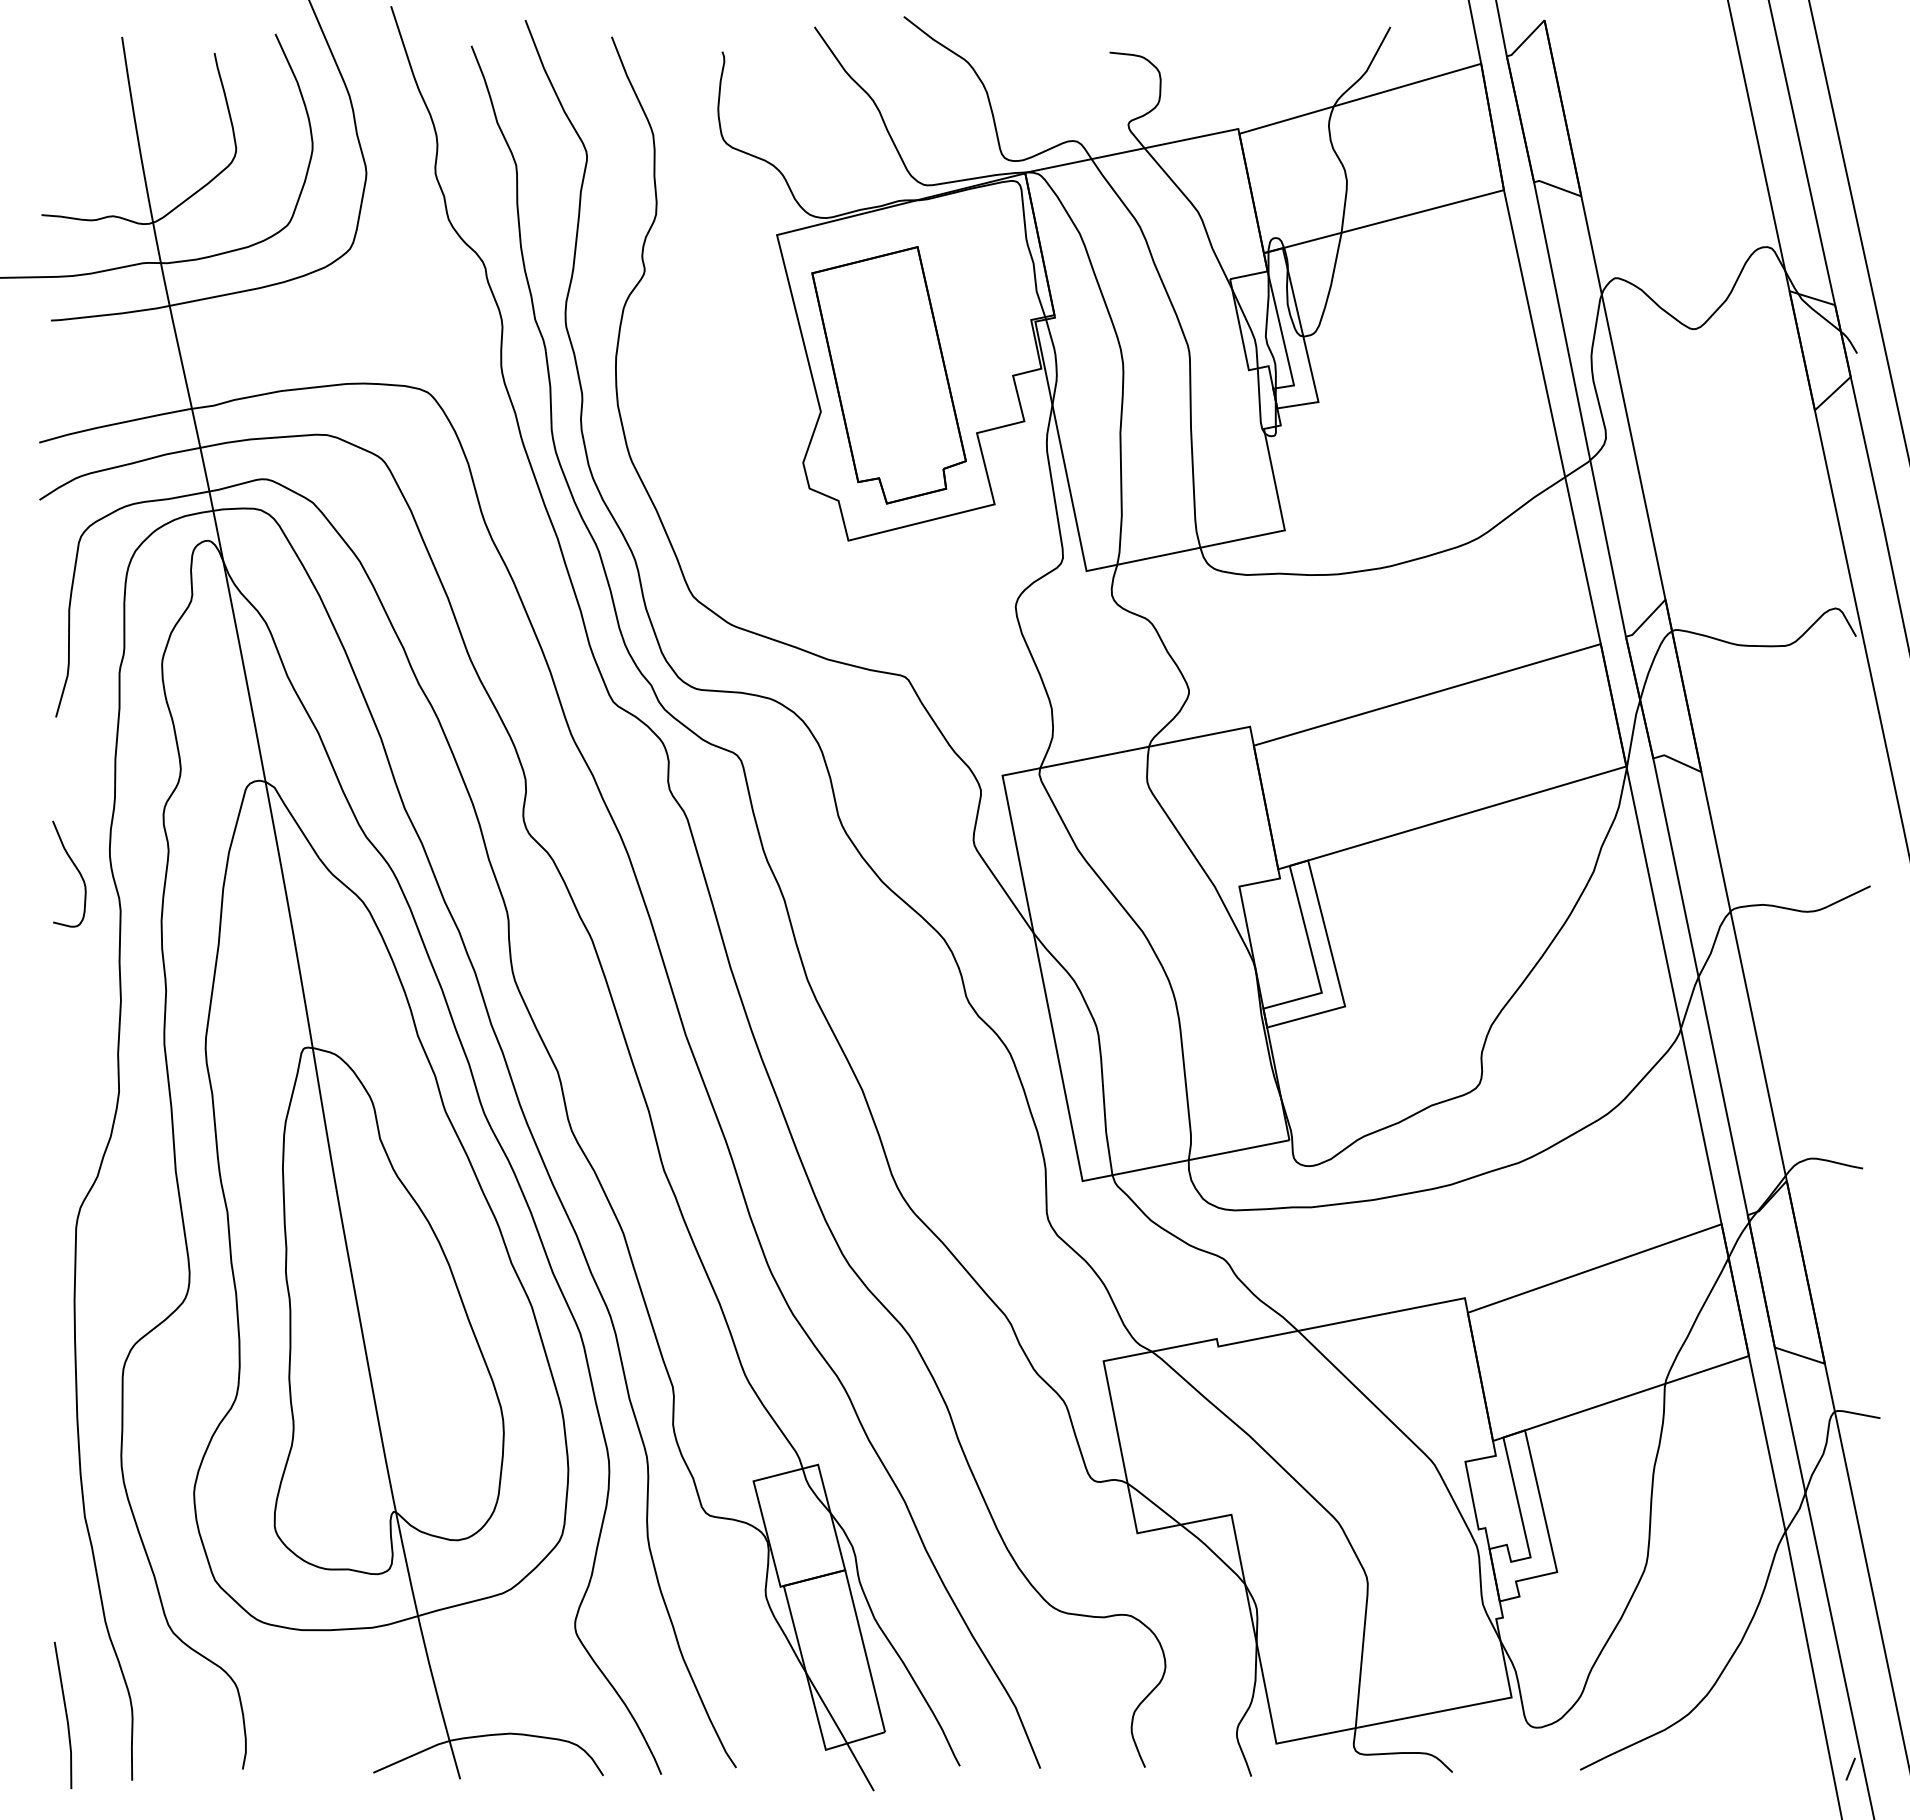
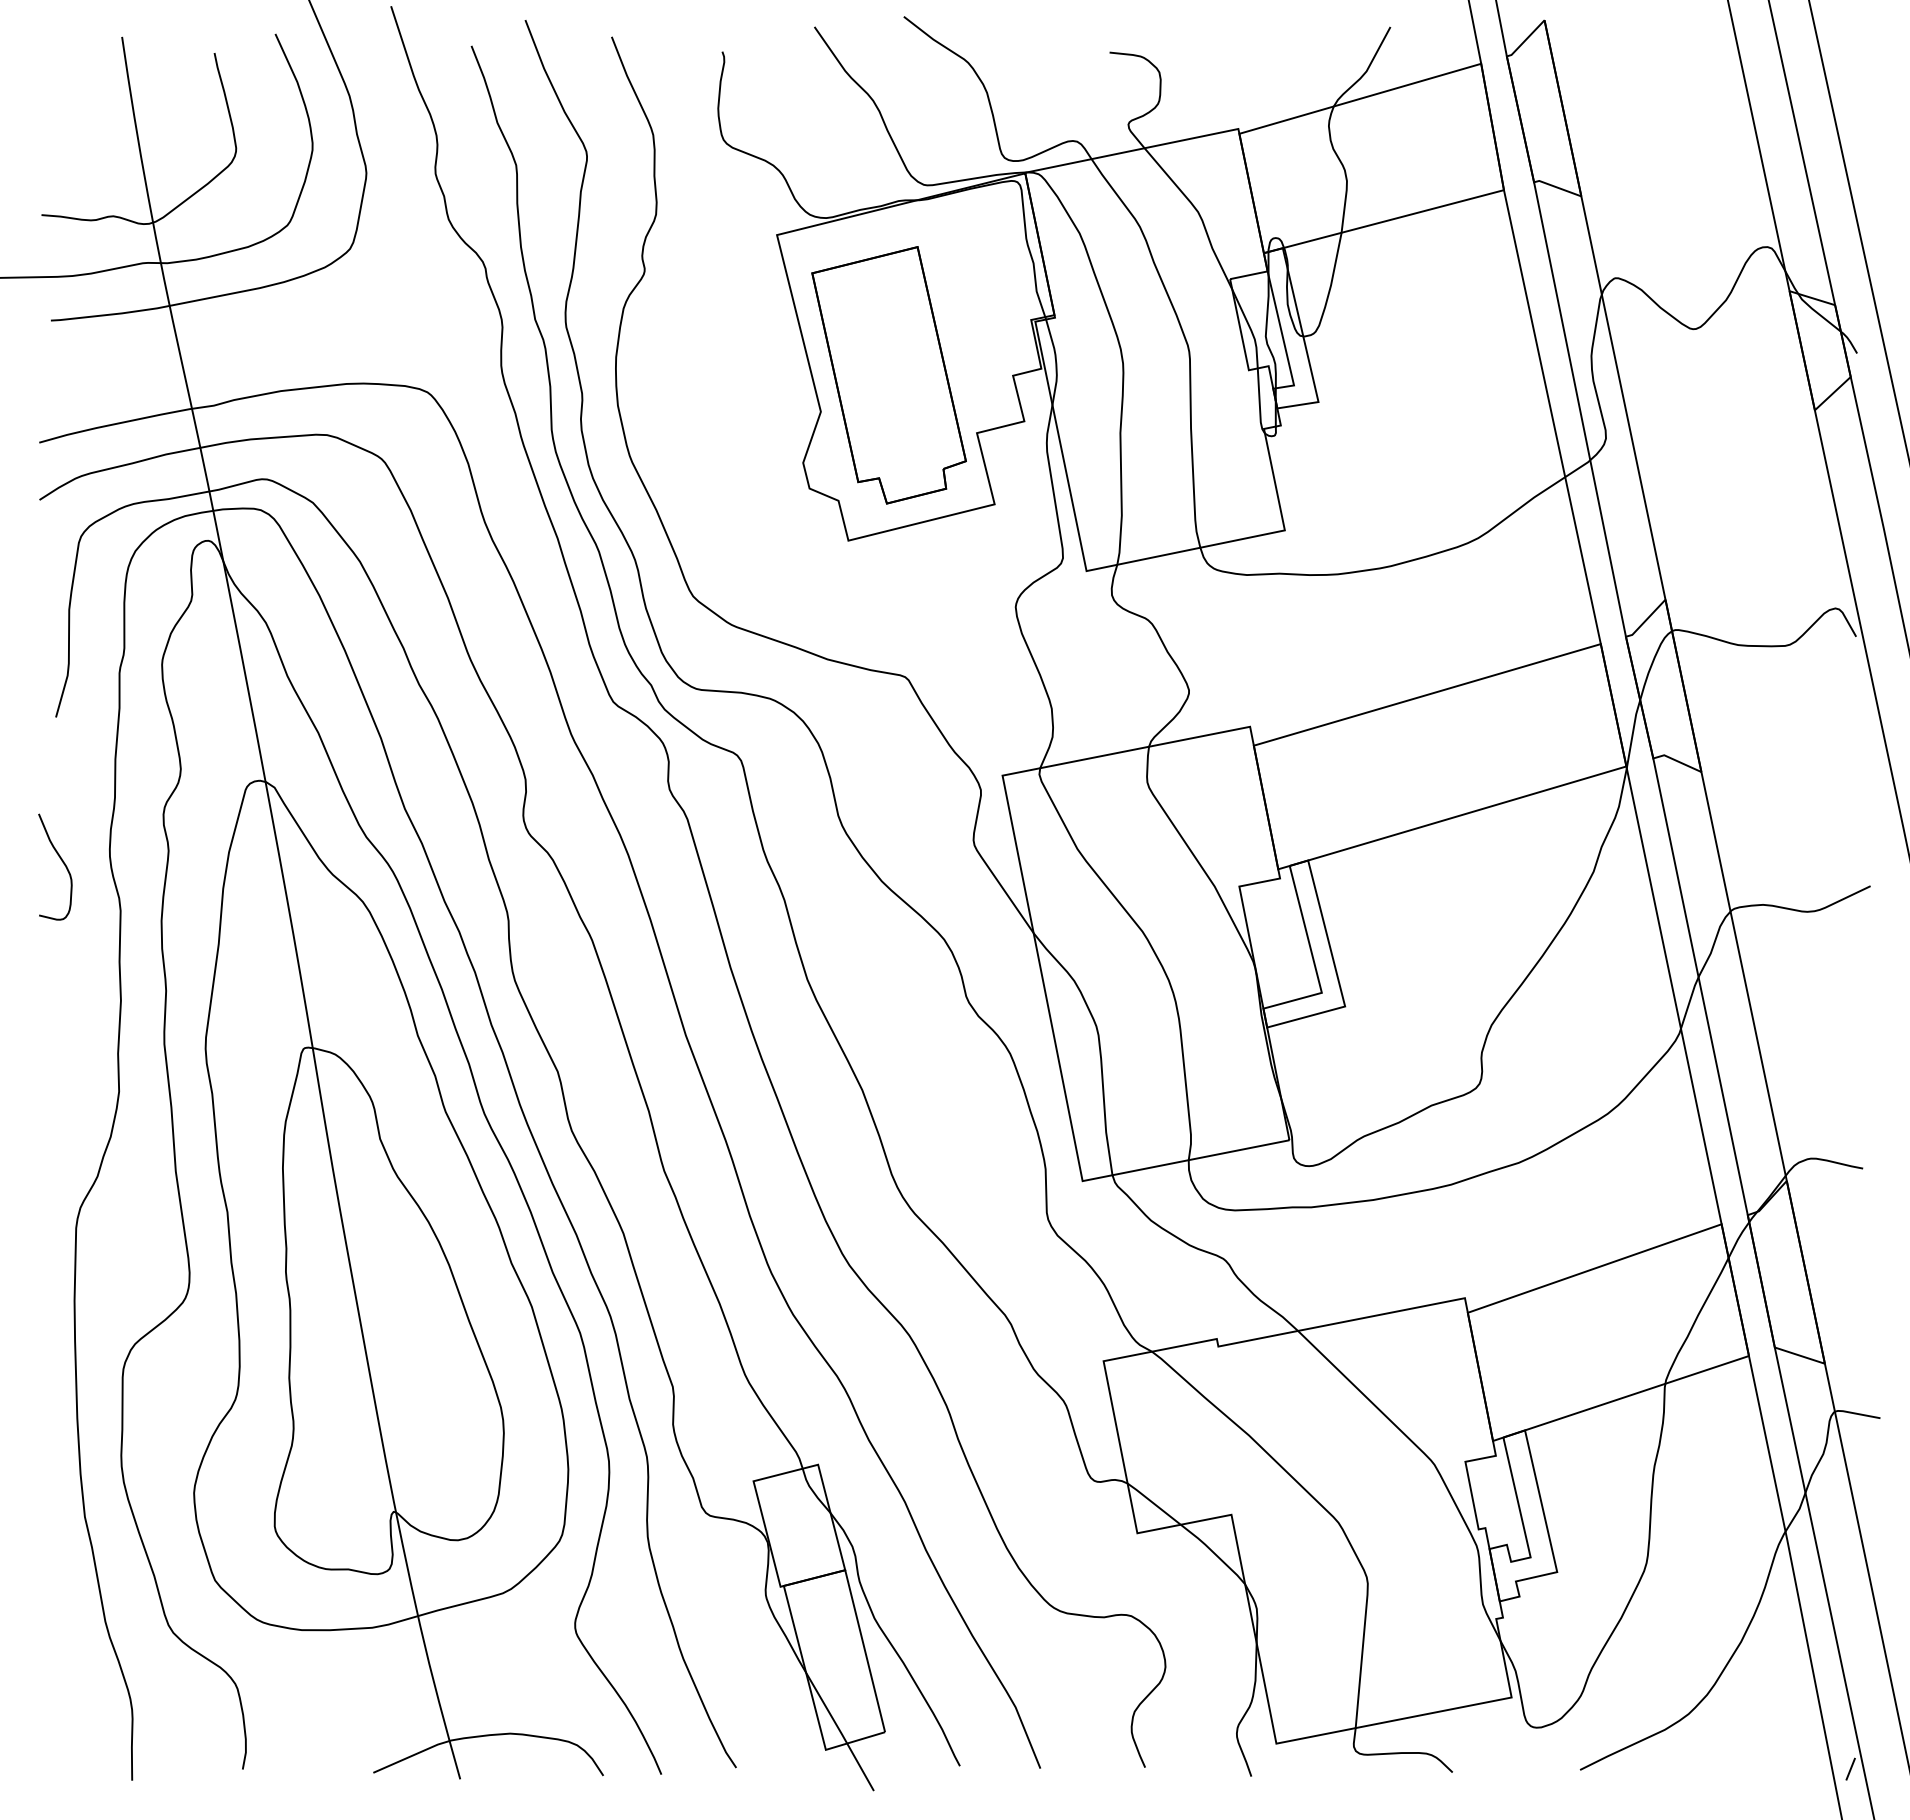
curve at (75, 868) position: (75, 868) -> (61, 861)
line at (65, 1715): present -> none
